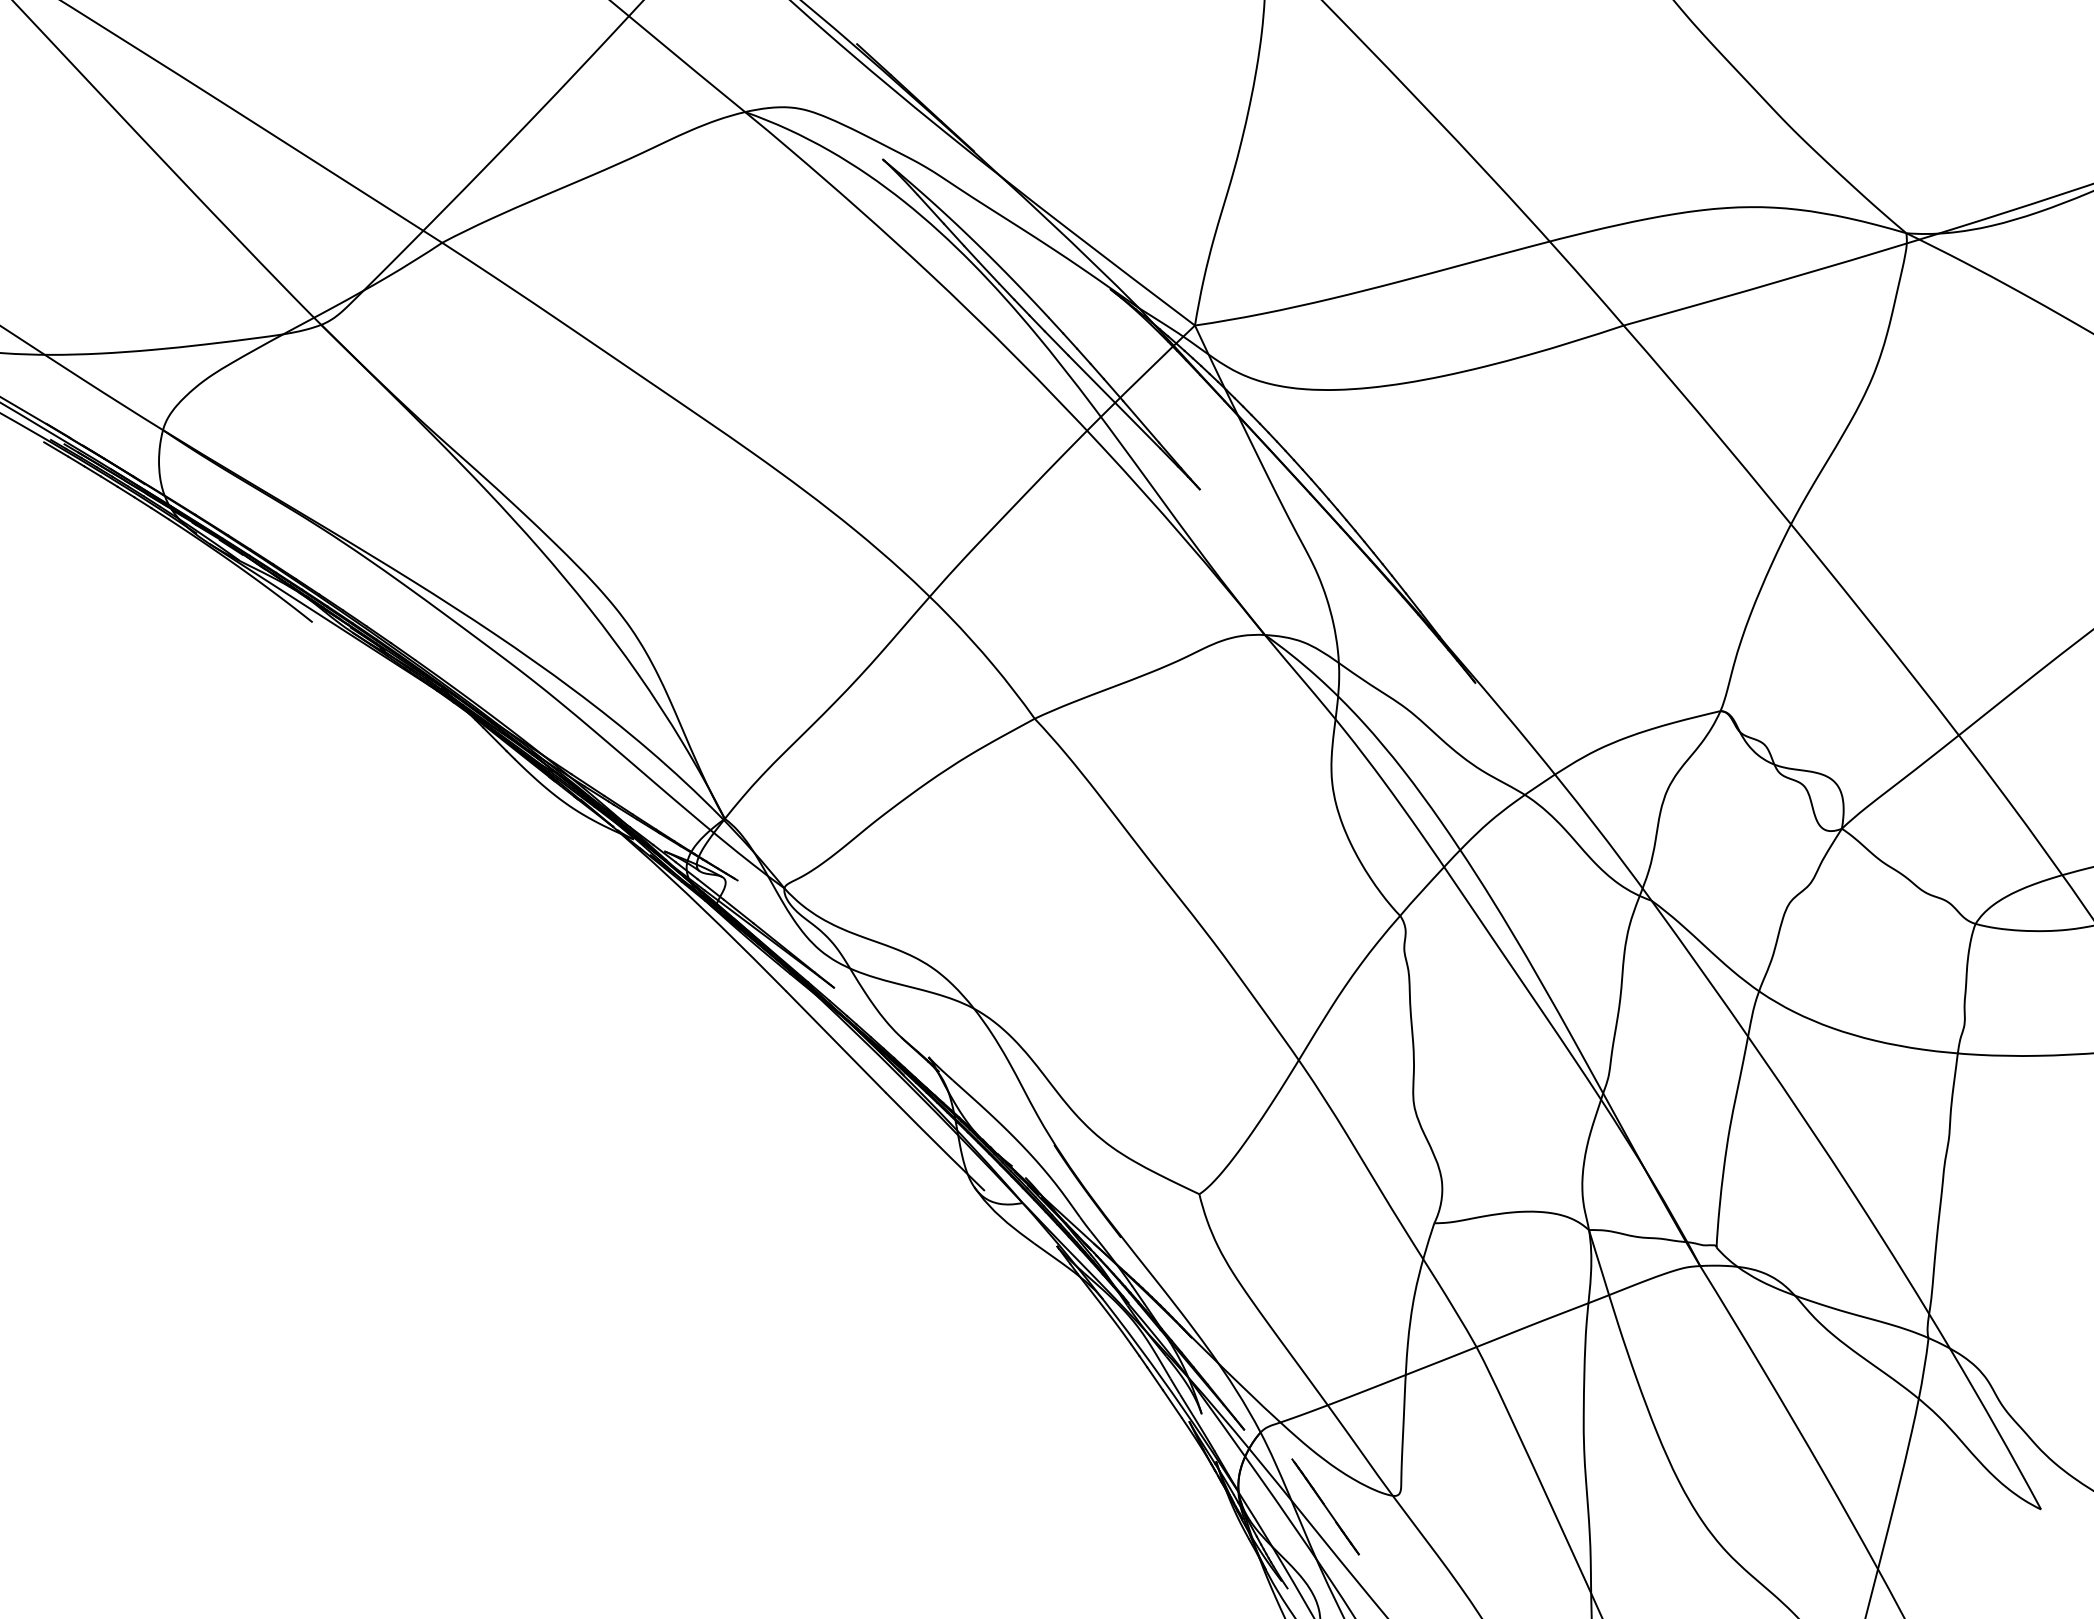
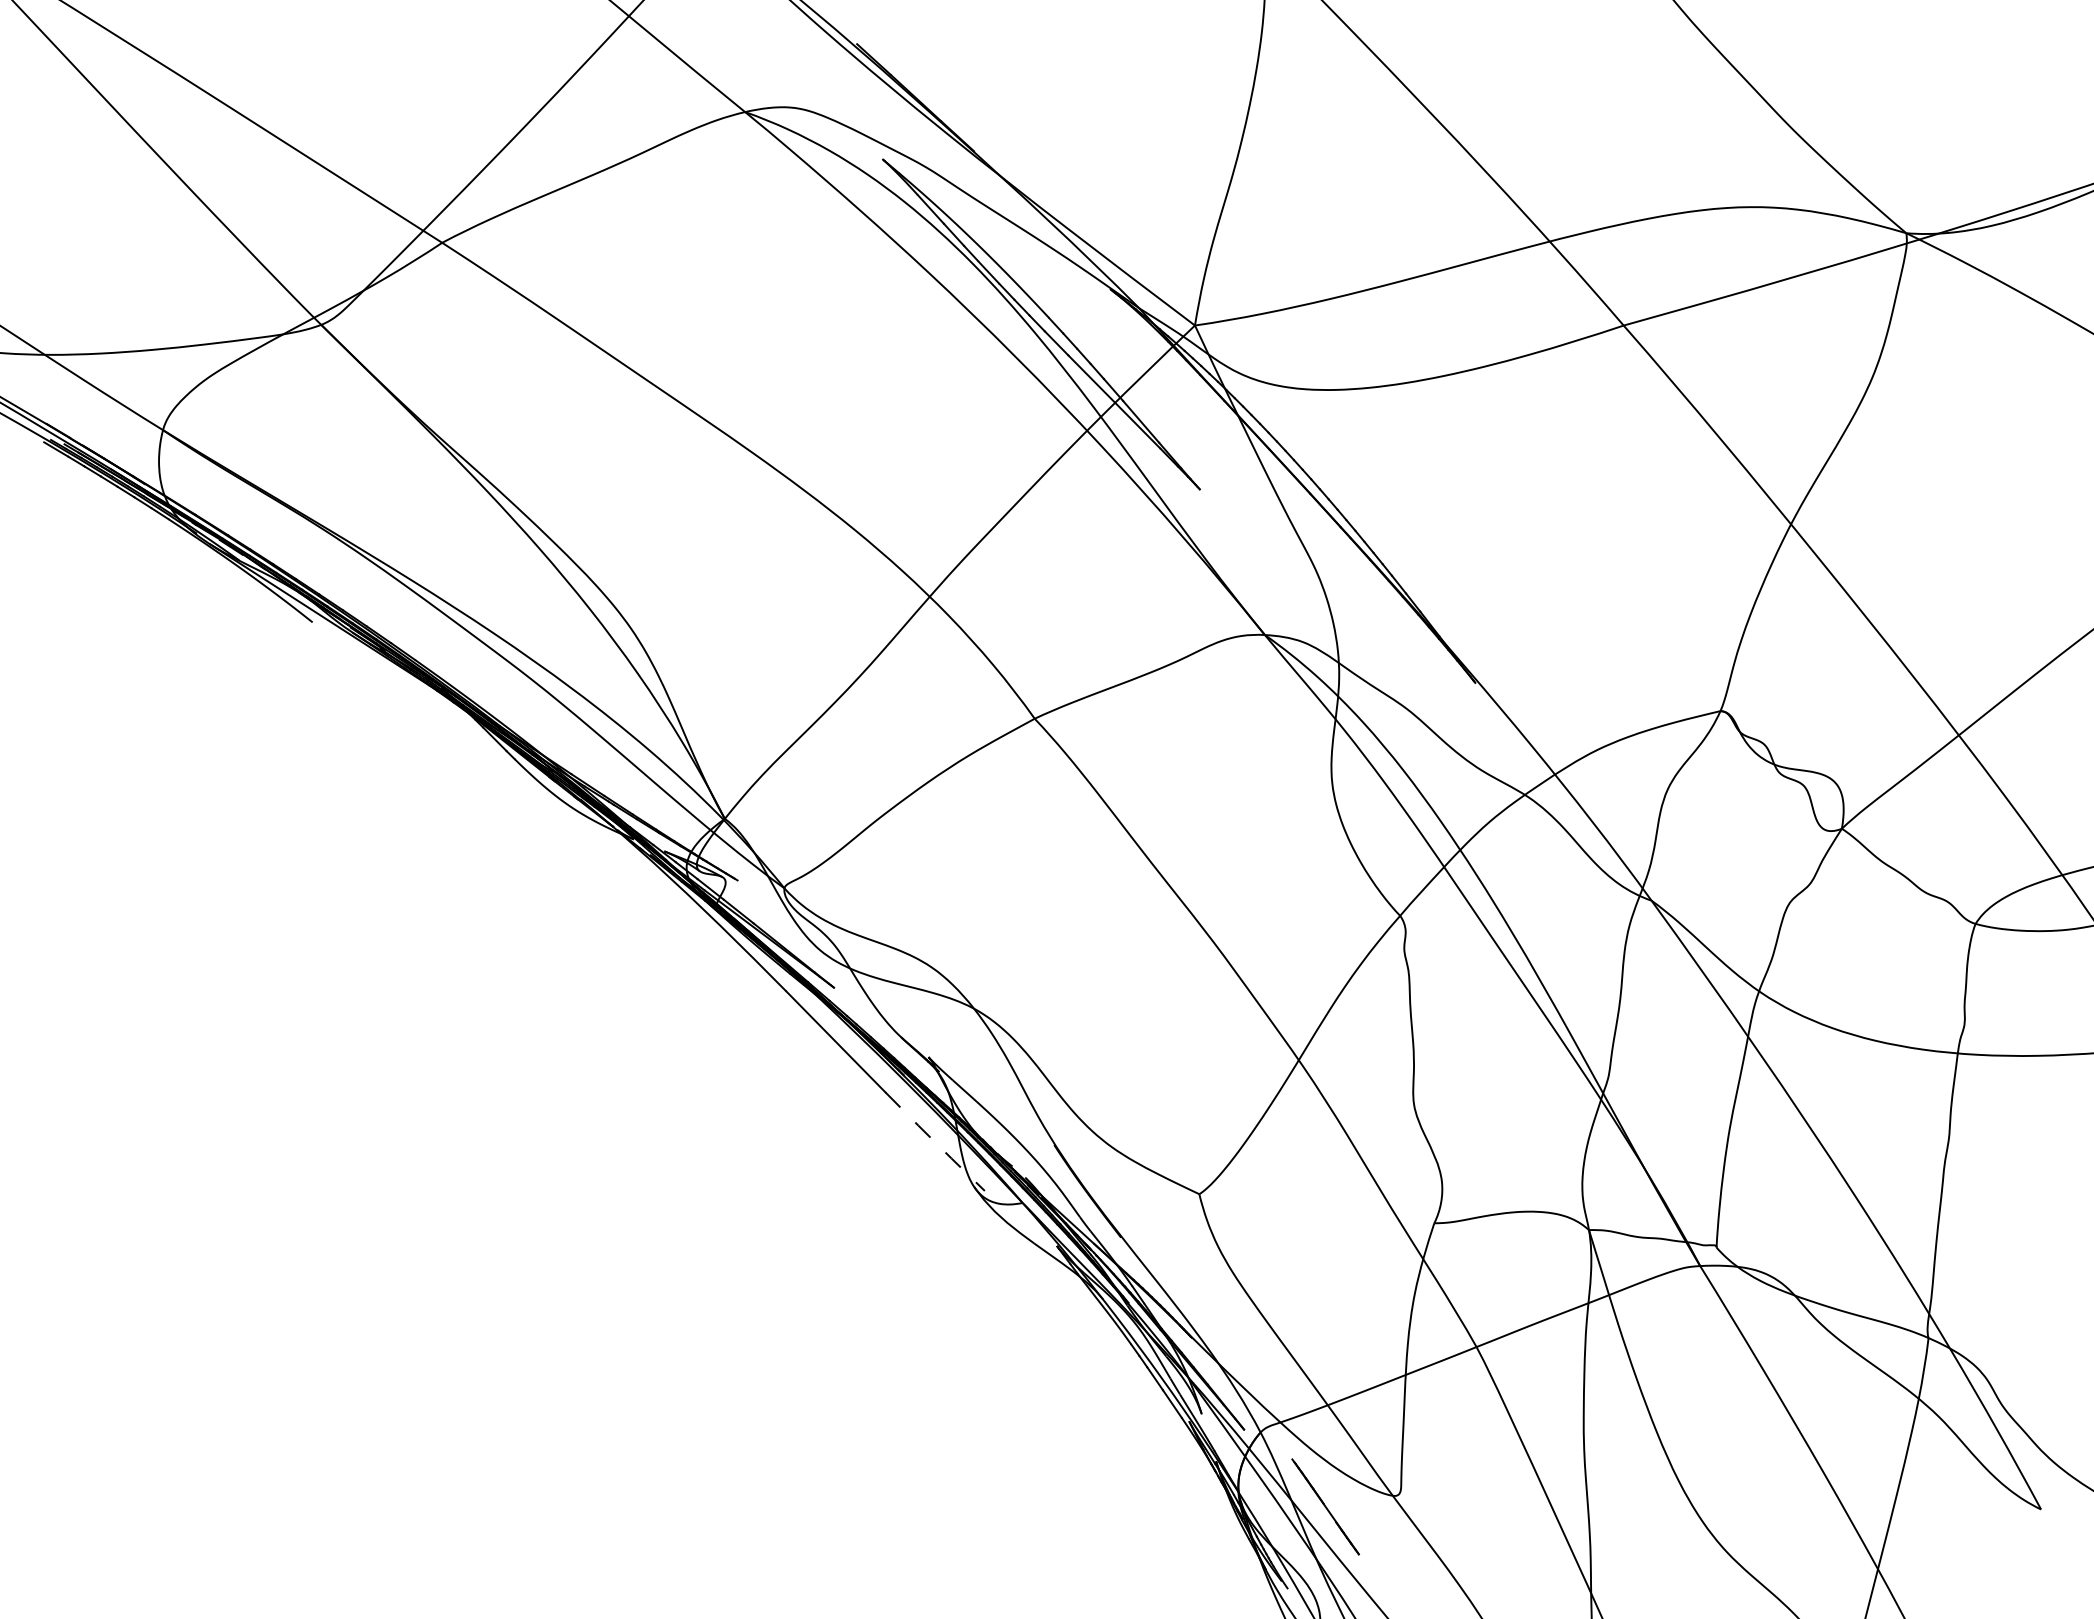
line at (935, 1142): solid -> dashed
